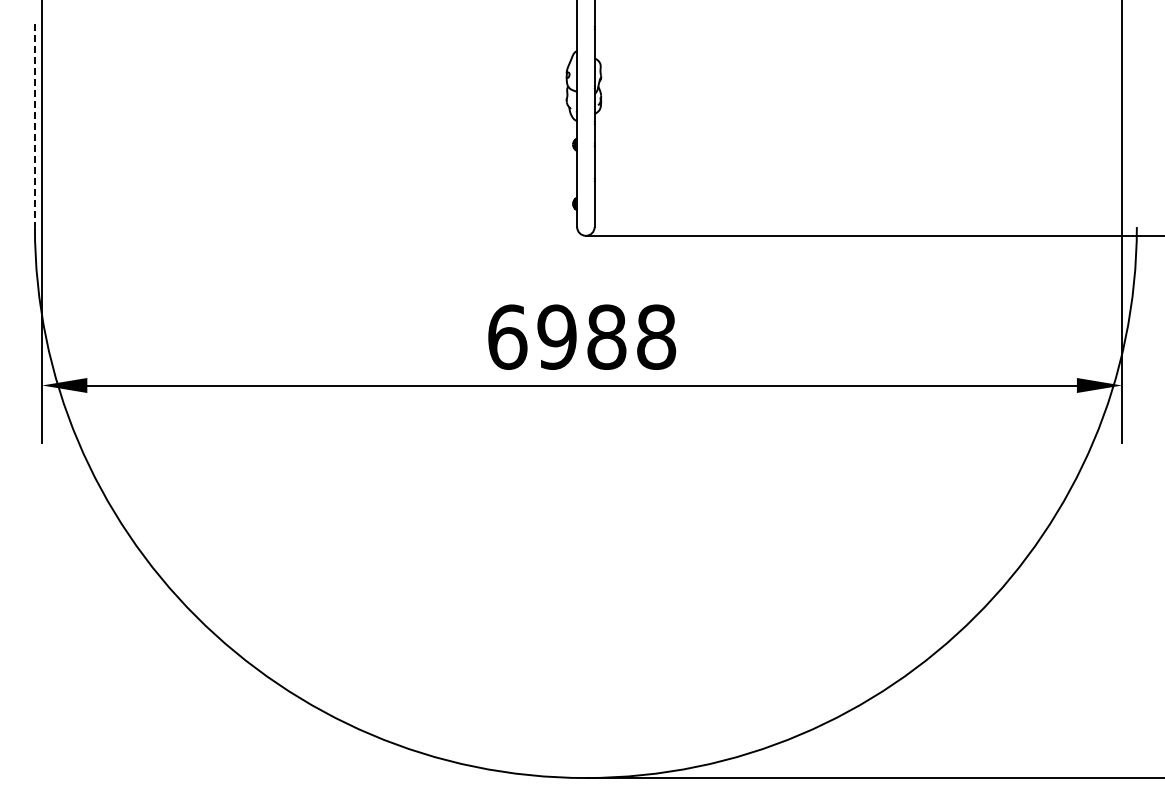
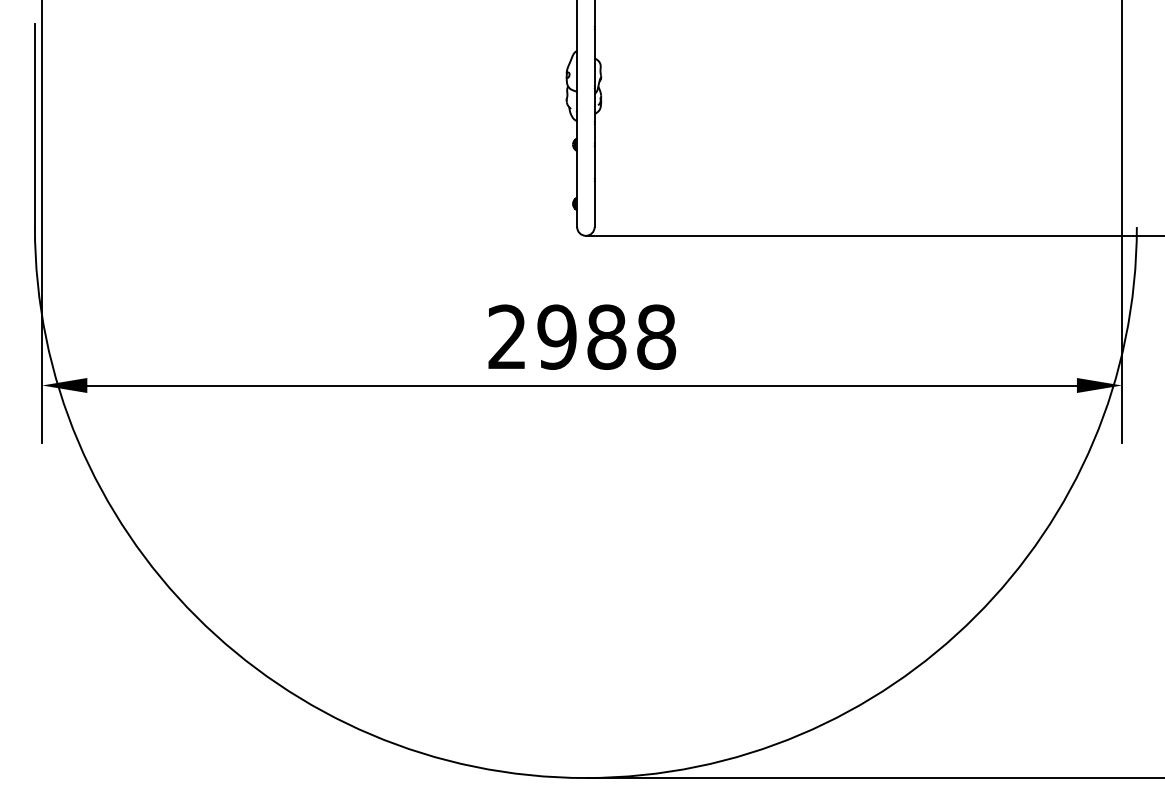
line at (34, 125): dashed -> solid
text at (507, 336): 6988 -> 2988
